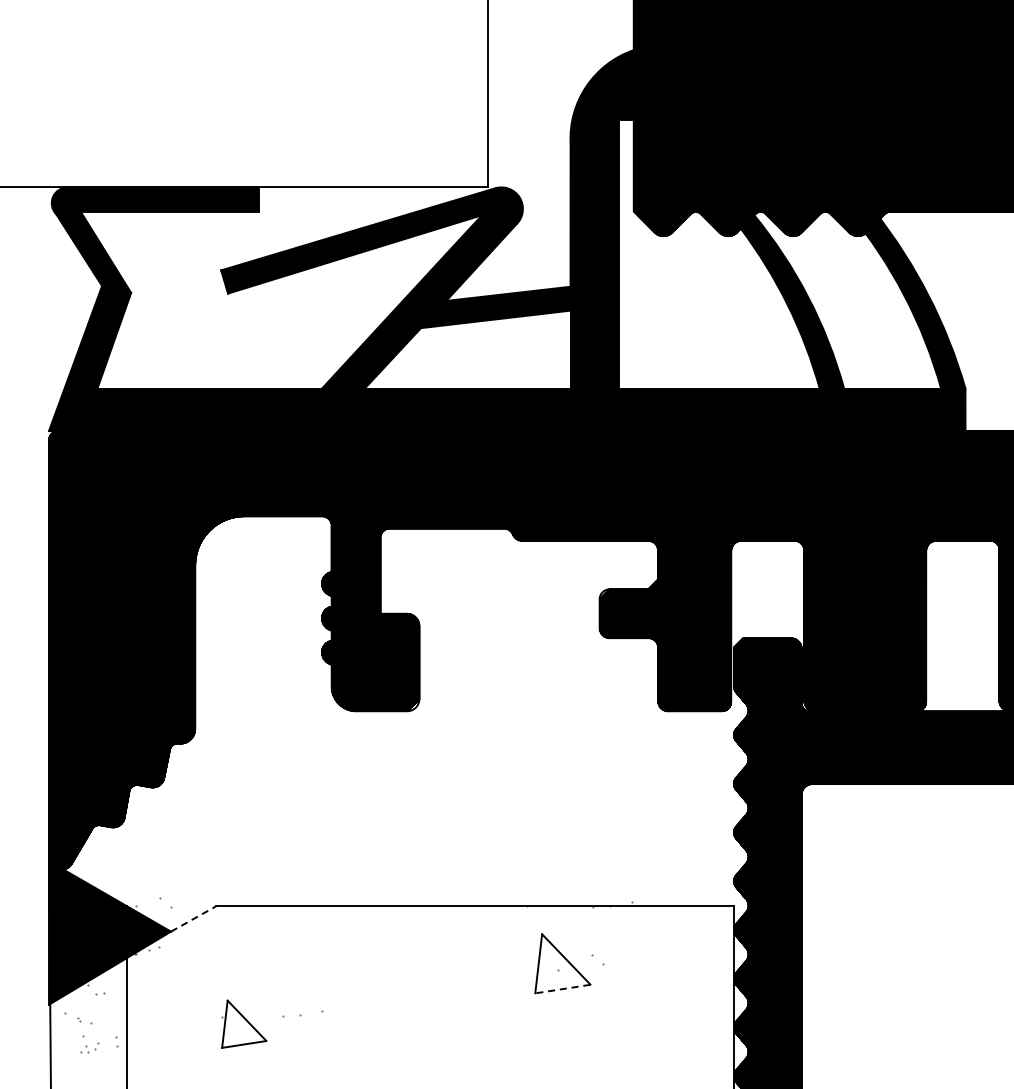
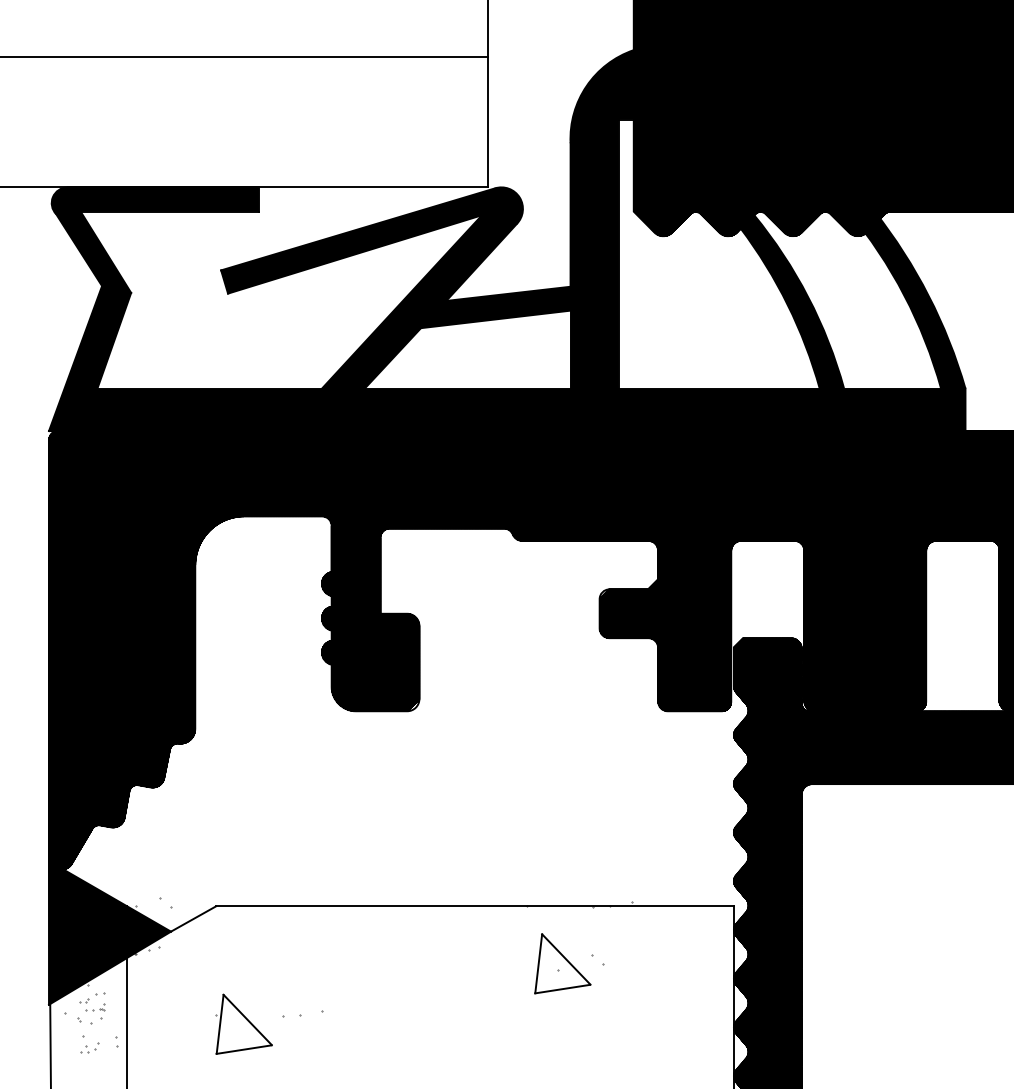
line at (244, 56): none -> present
line at (193, 919): dashed -> solid
line at (562, 989): dashed -> solid
part at (92, 1008): none -> present
part at (244, 1023) size: 47x50 px -> 58x62 px
